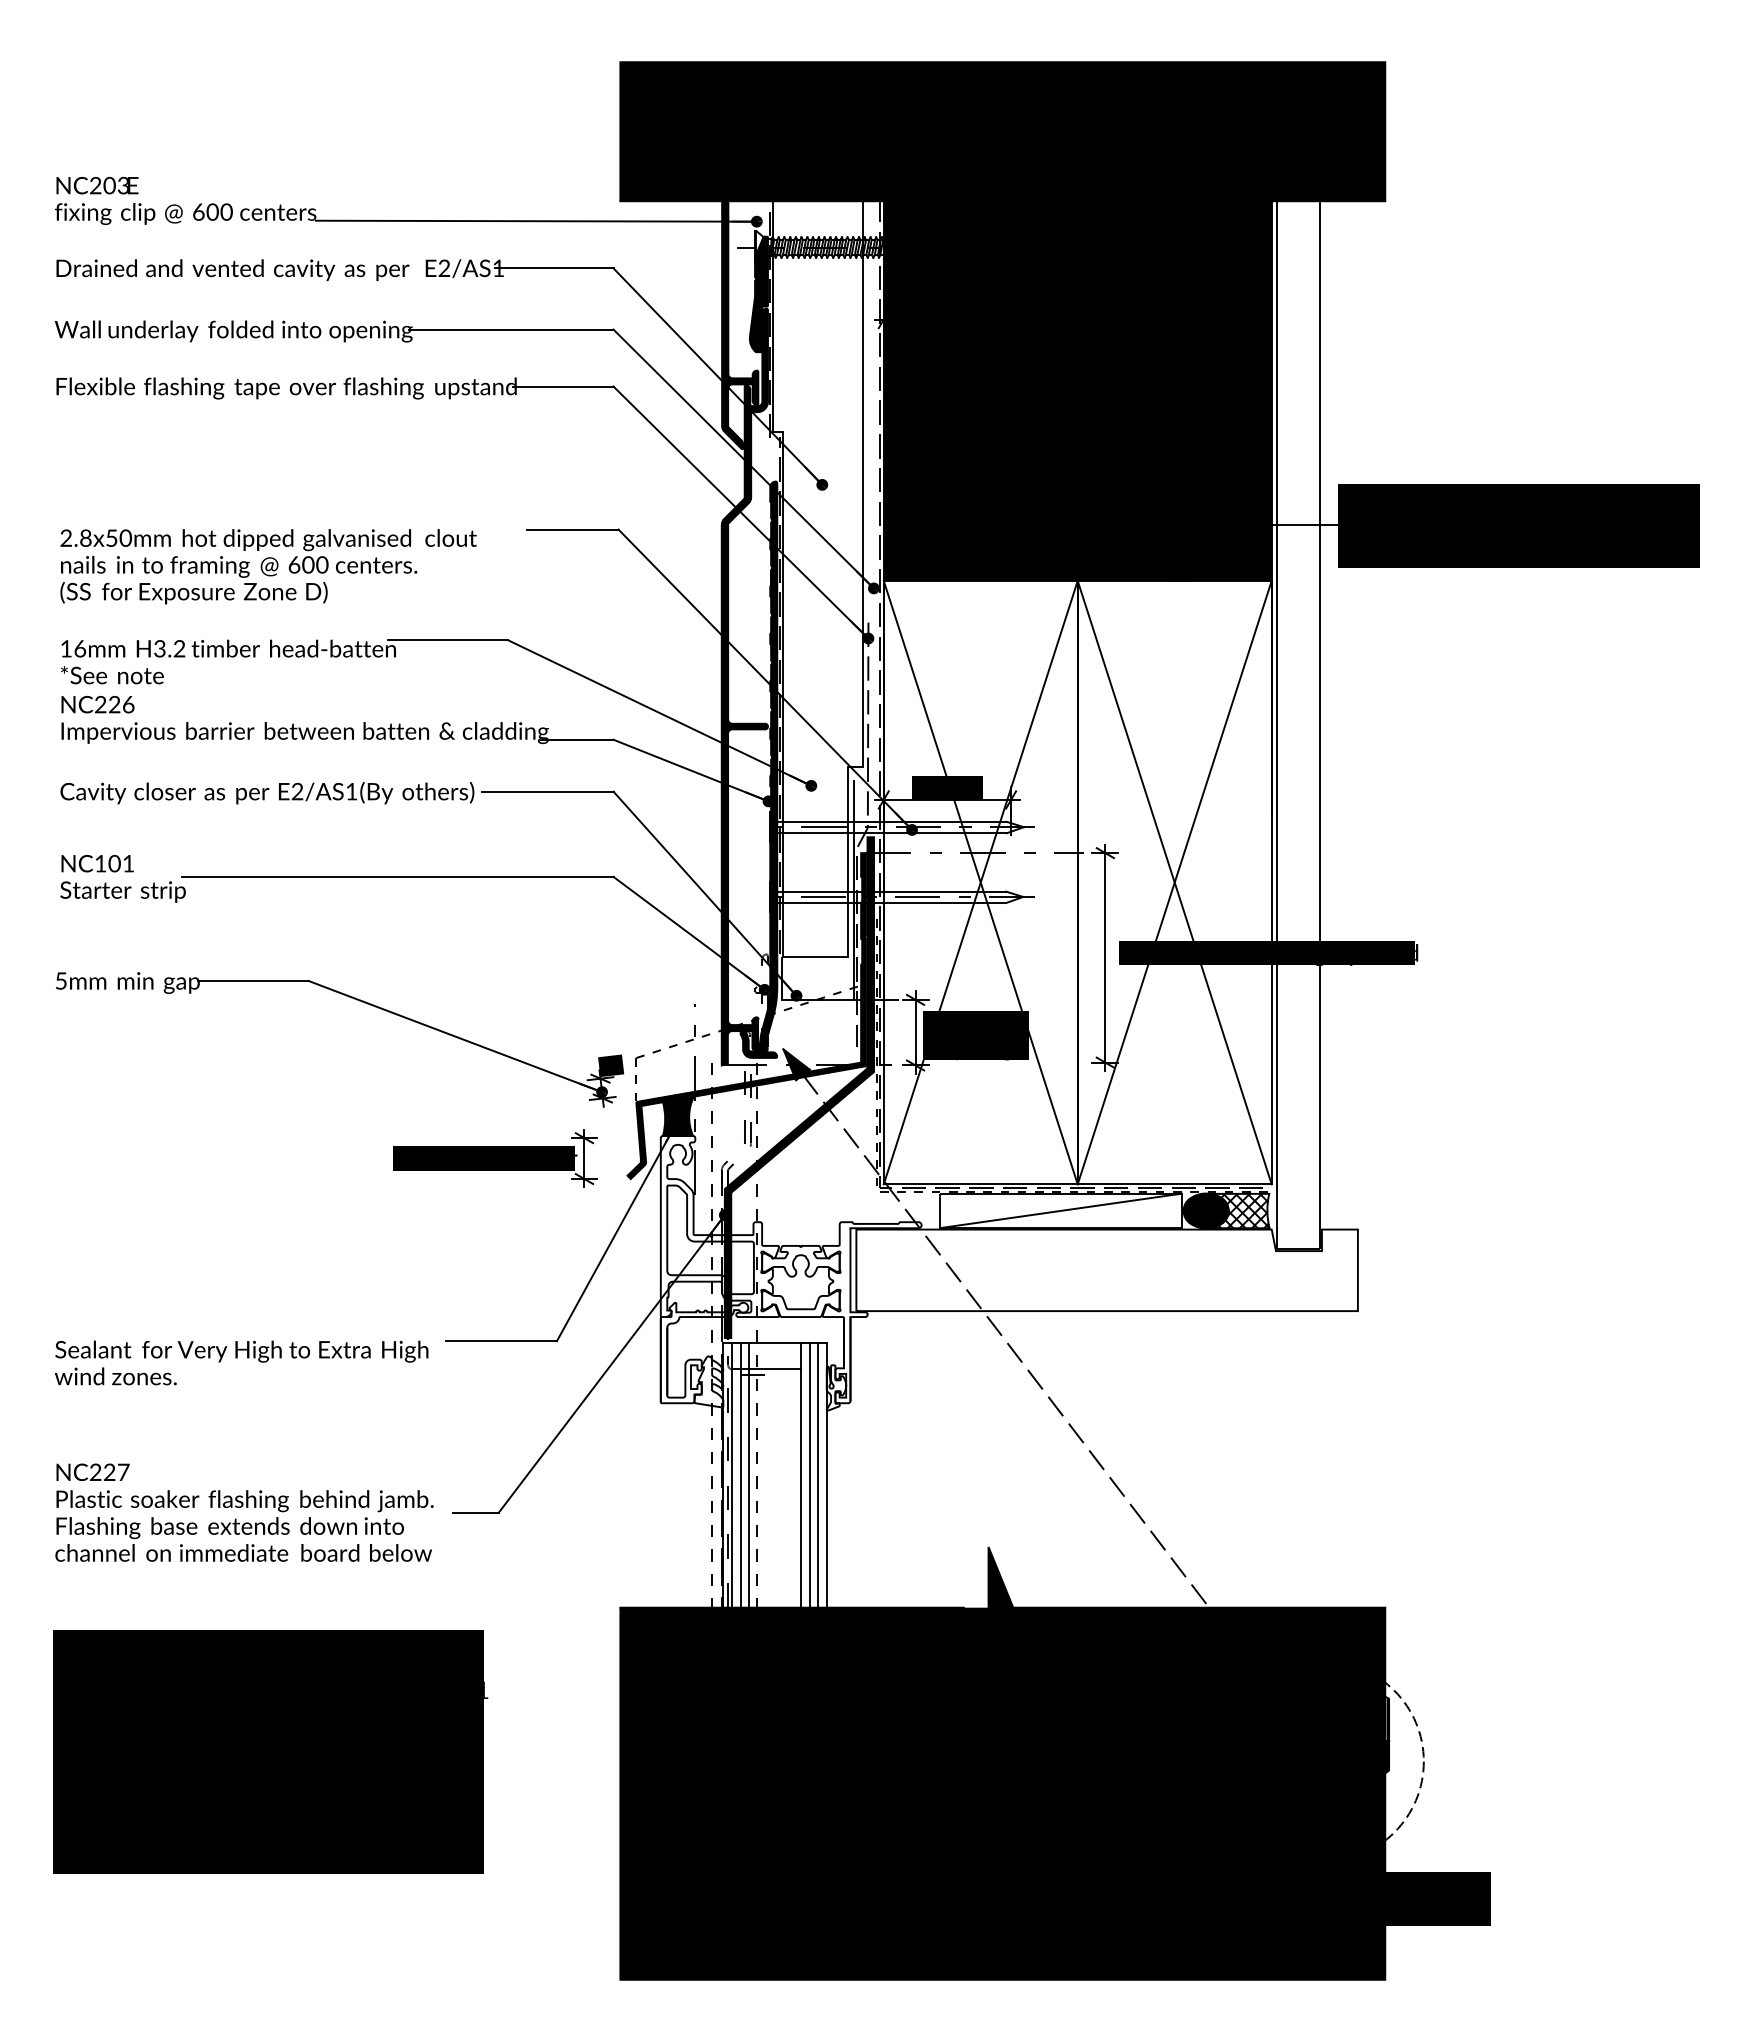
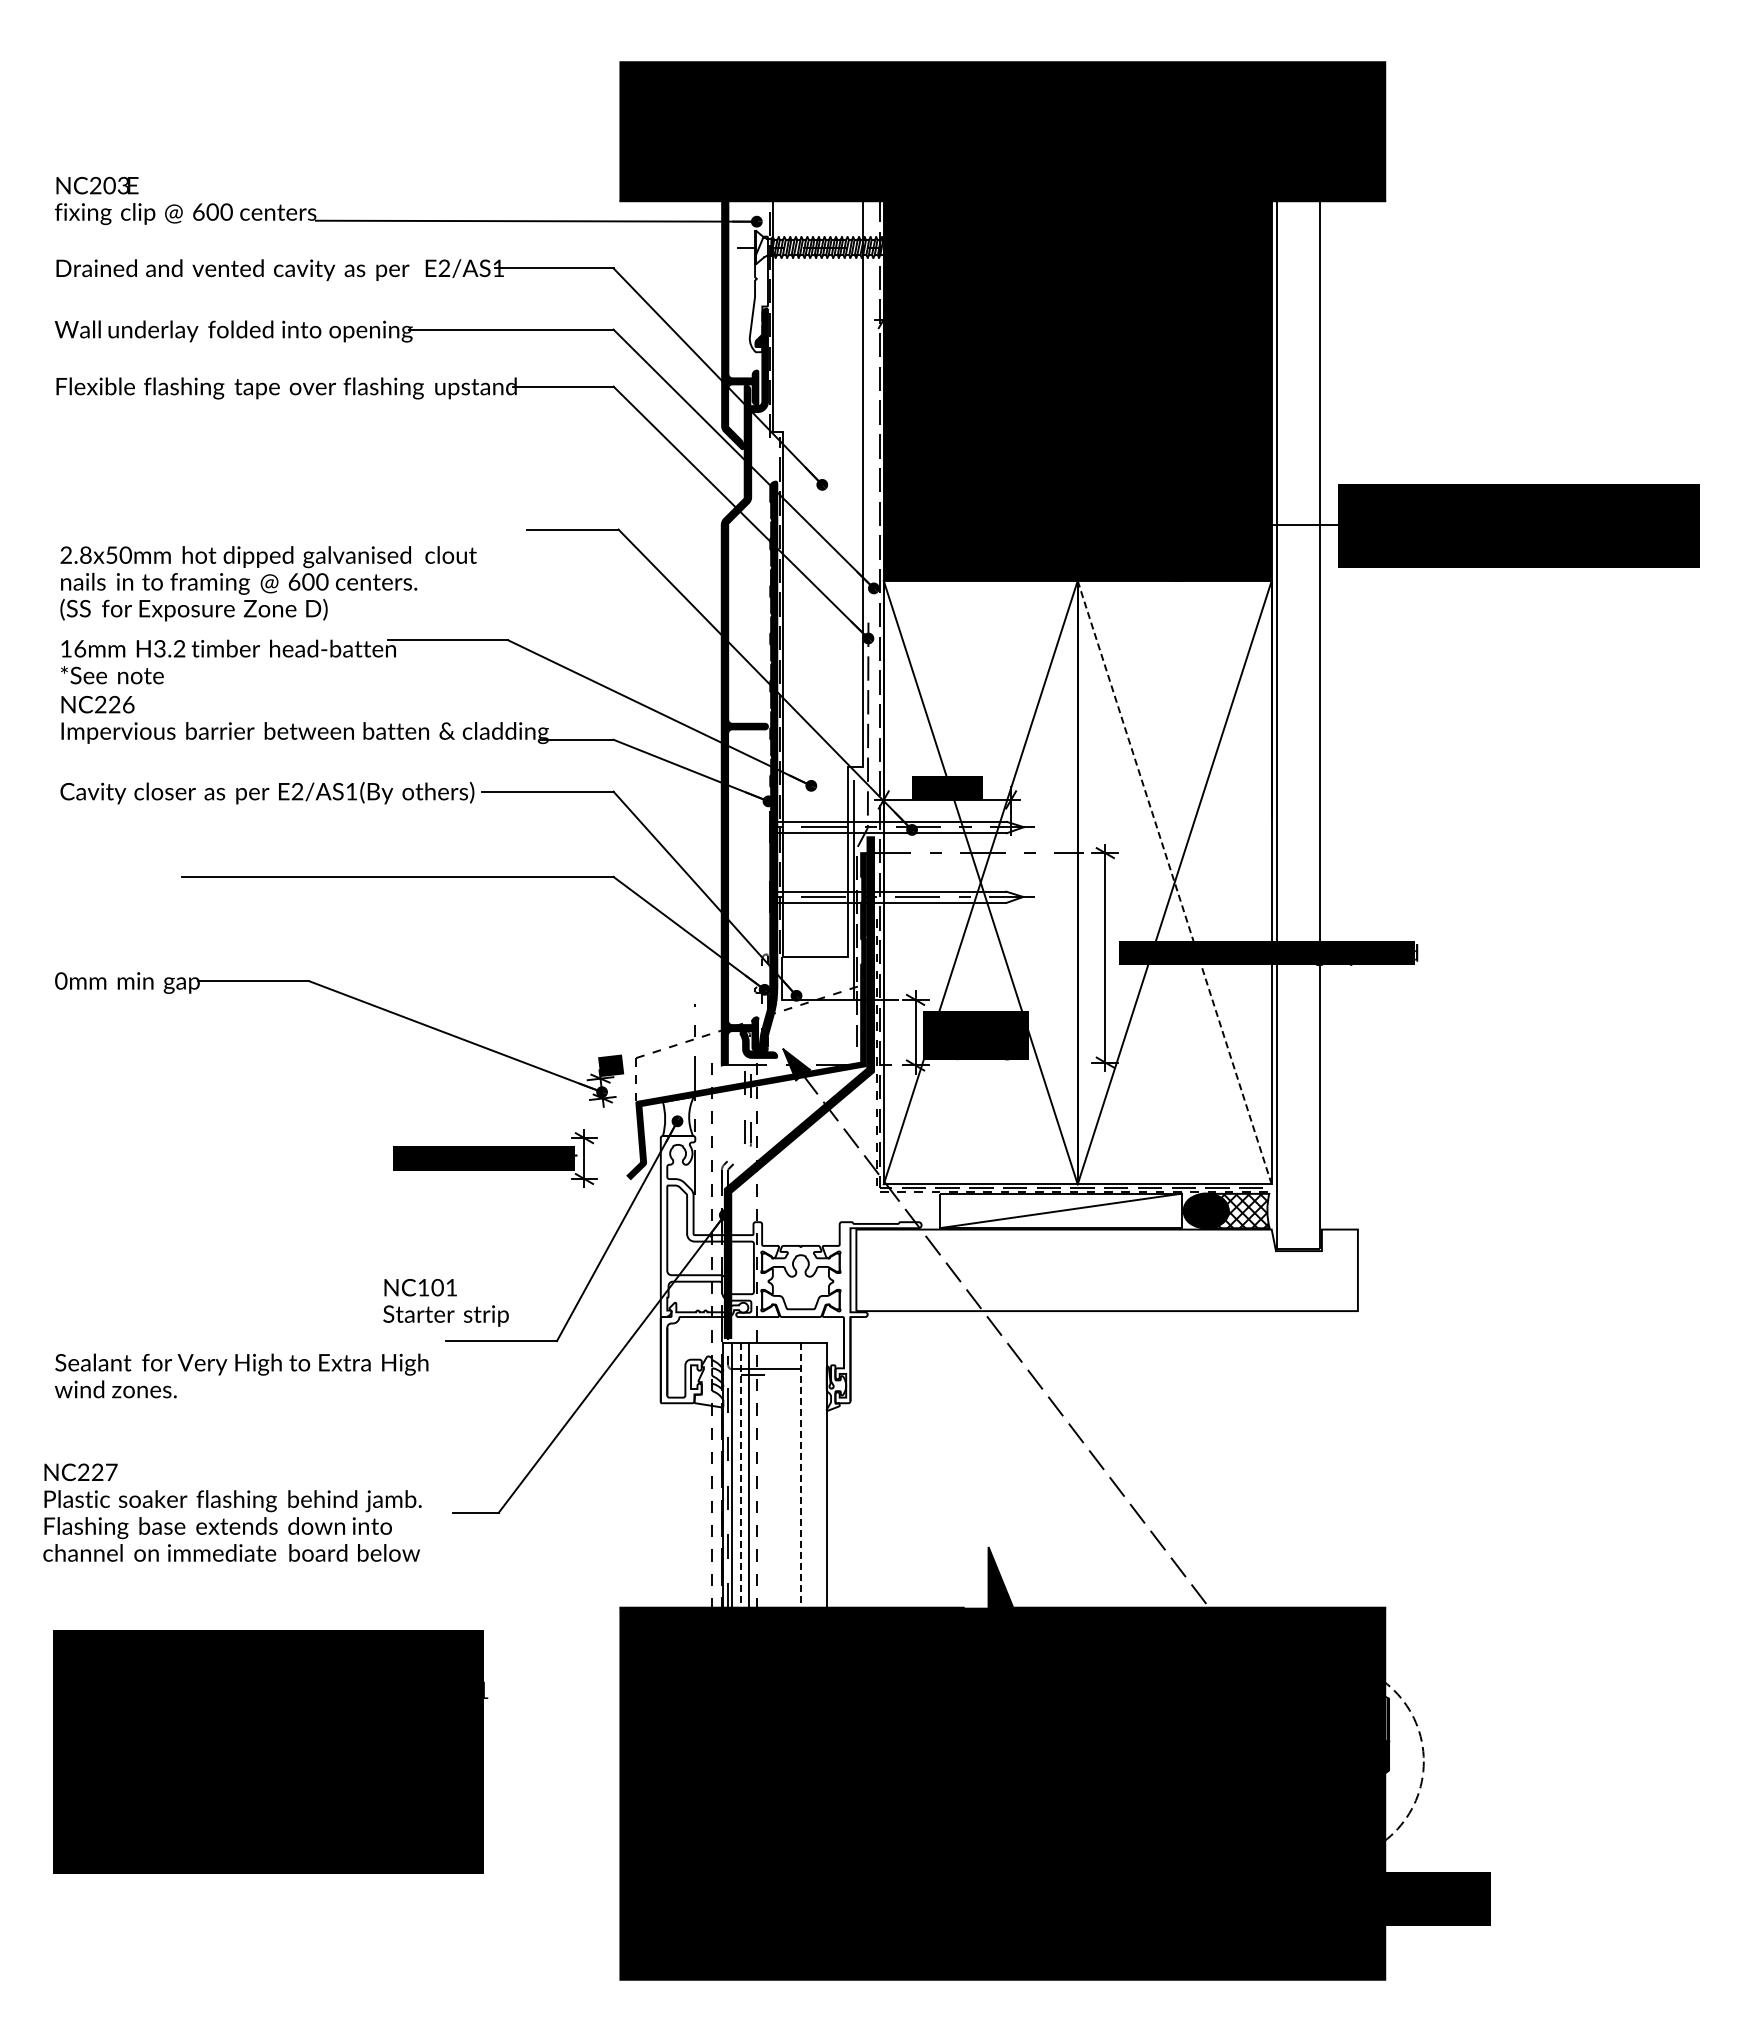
fill at (758, 294): present -> none
text at (268, 566) position: (268, 566) -> (268, 583)
text at (122, 878) position: (122, 878) -> (445, 1302)
line at (1174, 882): solid -> dashed
text at (61, 980): 5mm -> 0mm
fill at (677, 1115): present -> none
text at (241, 1362) position: (241, 1362) -> (241, 1375)
line at (740, 1480): solid -> dashed
line at (800, 1480): solid -> dashed
line at (809, 1480): present -> none
line at (818, 1480): present -> none
text at (244, 1512) position: (244, 1512) -> (232, 1512)
